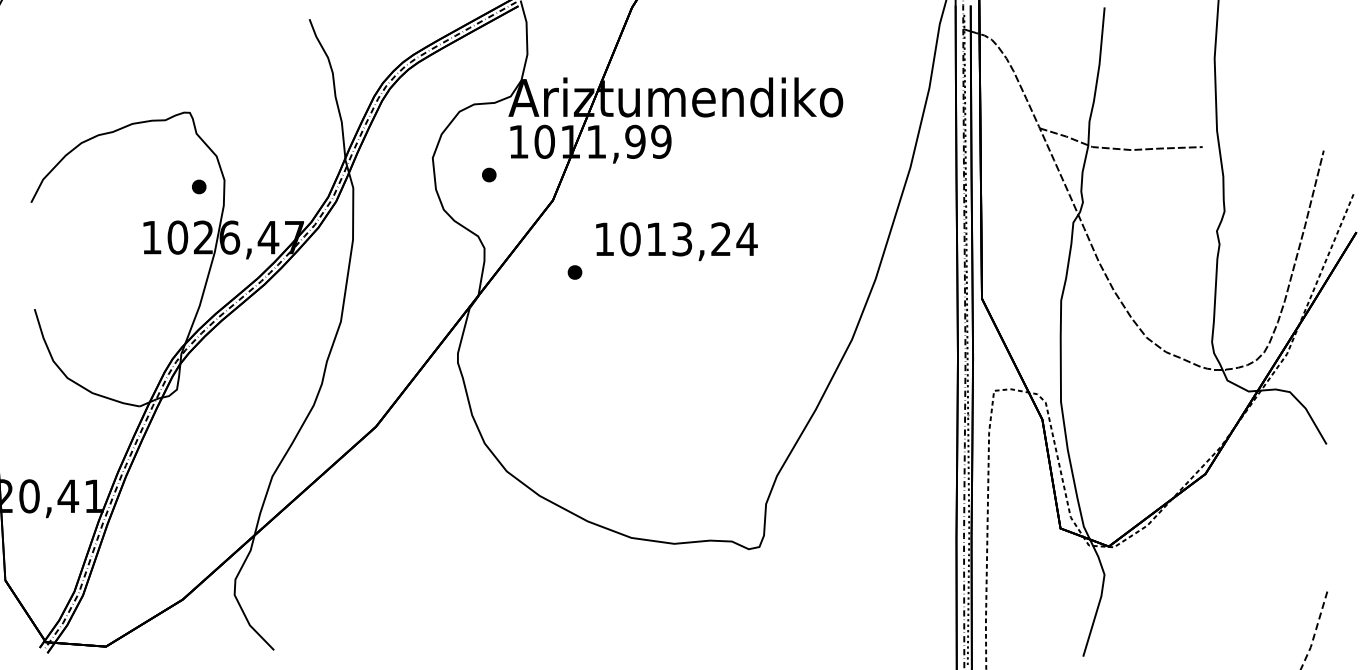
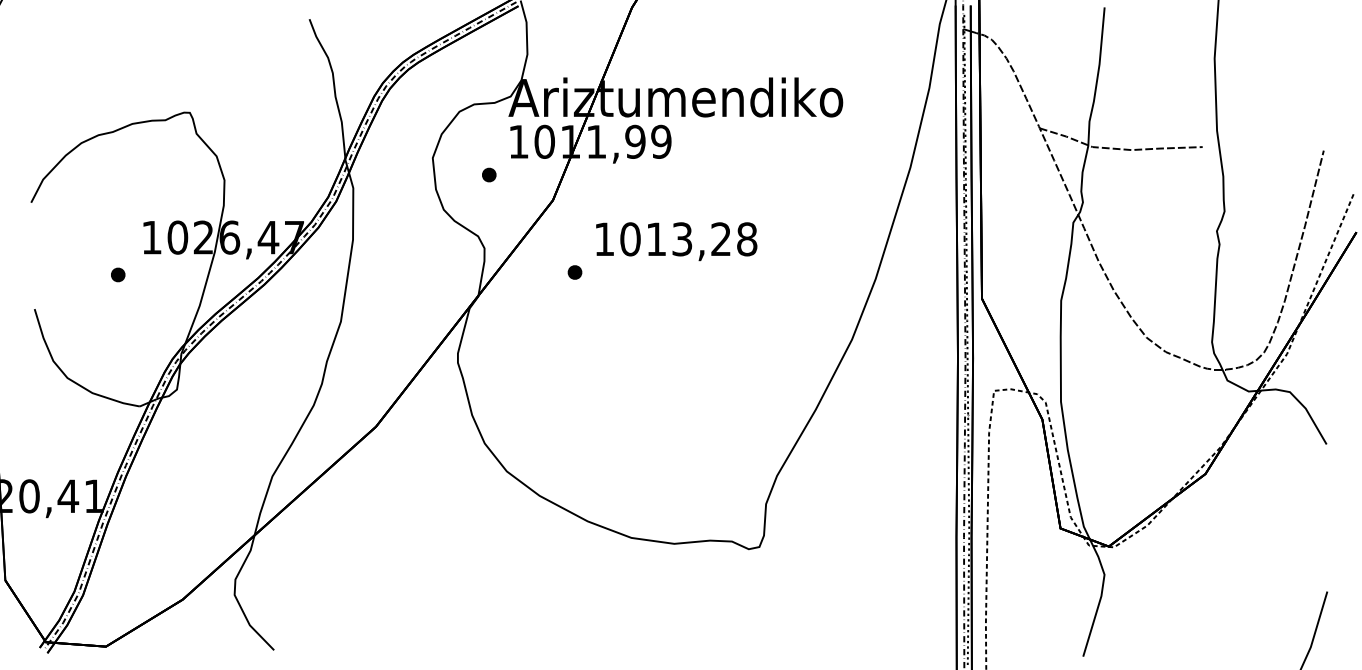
part at (199, 186) position: (199, 186) -> (118, 274)
text at (746, 239): 1013,24 -> 1013,28
line at (1315, 632): dashed -> solid
